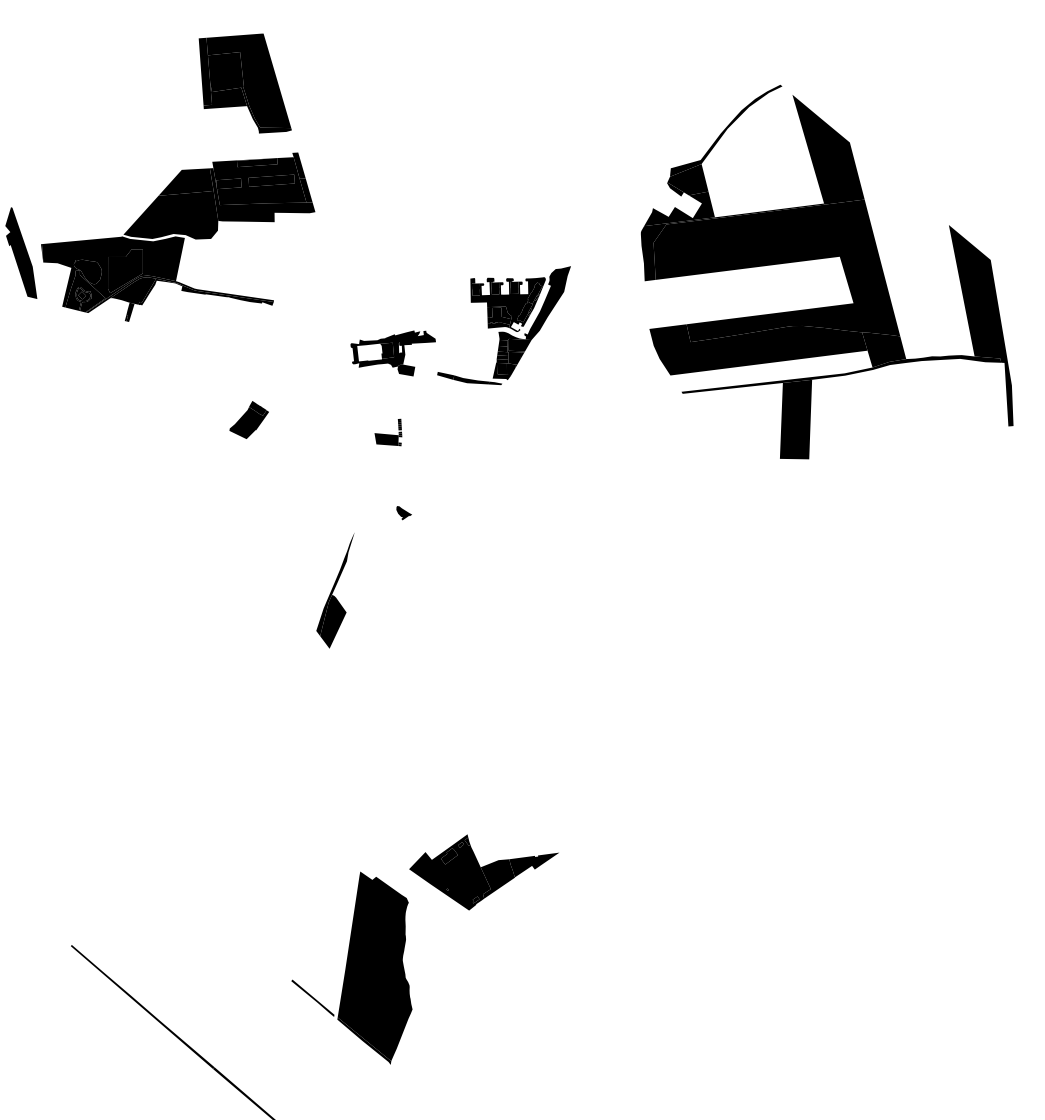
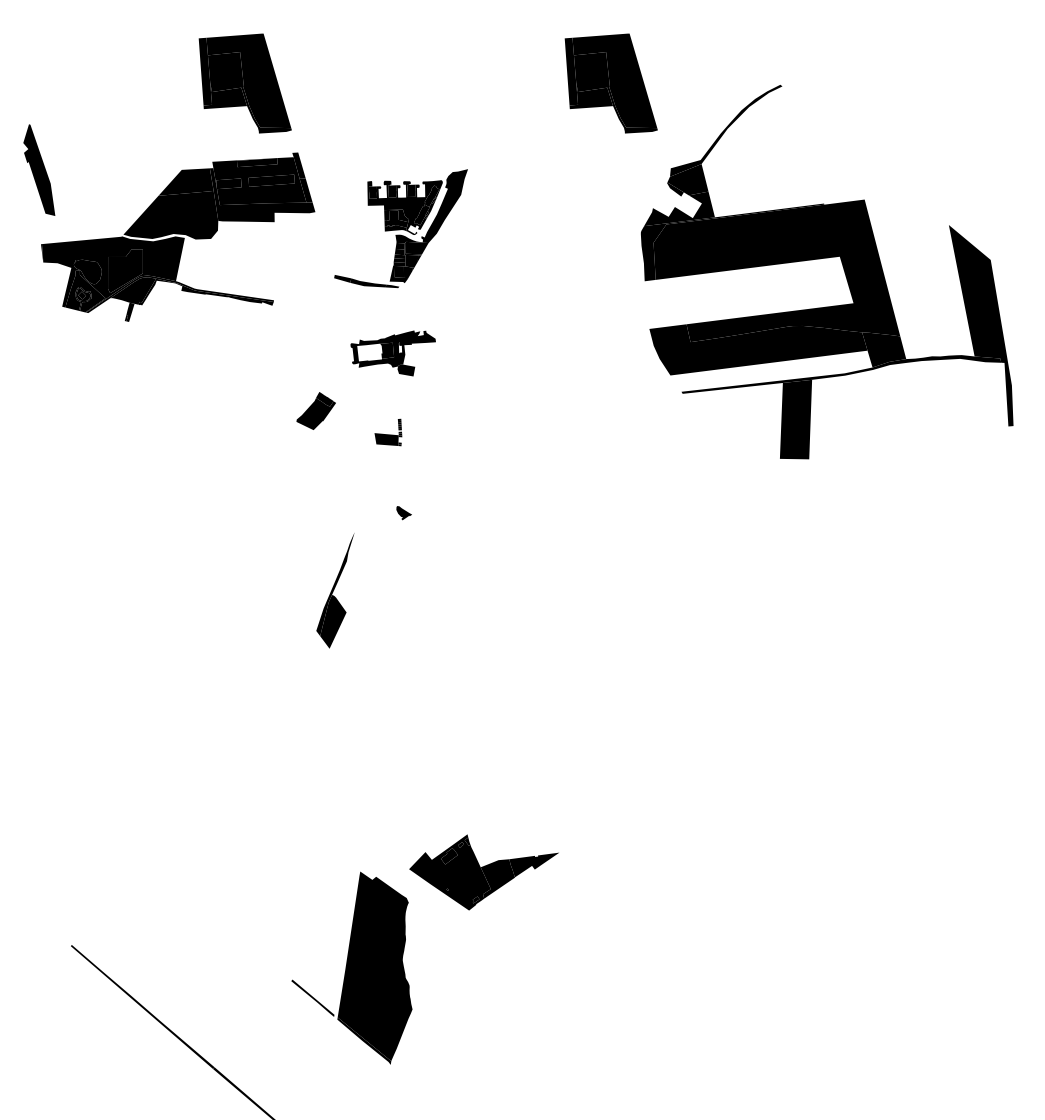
part at (610, 83): none -> present
fill at (828, 149): present -> none
part at (21, 252) position: (21, 252) -> (39, 169)
part at (503, 325) position: (503, 325) -> (400, 228)
part at (248, 419) position: (248, 419) -> (315, 410)
